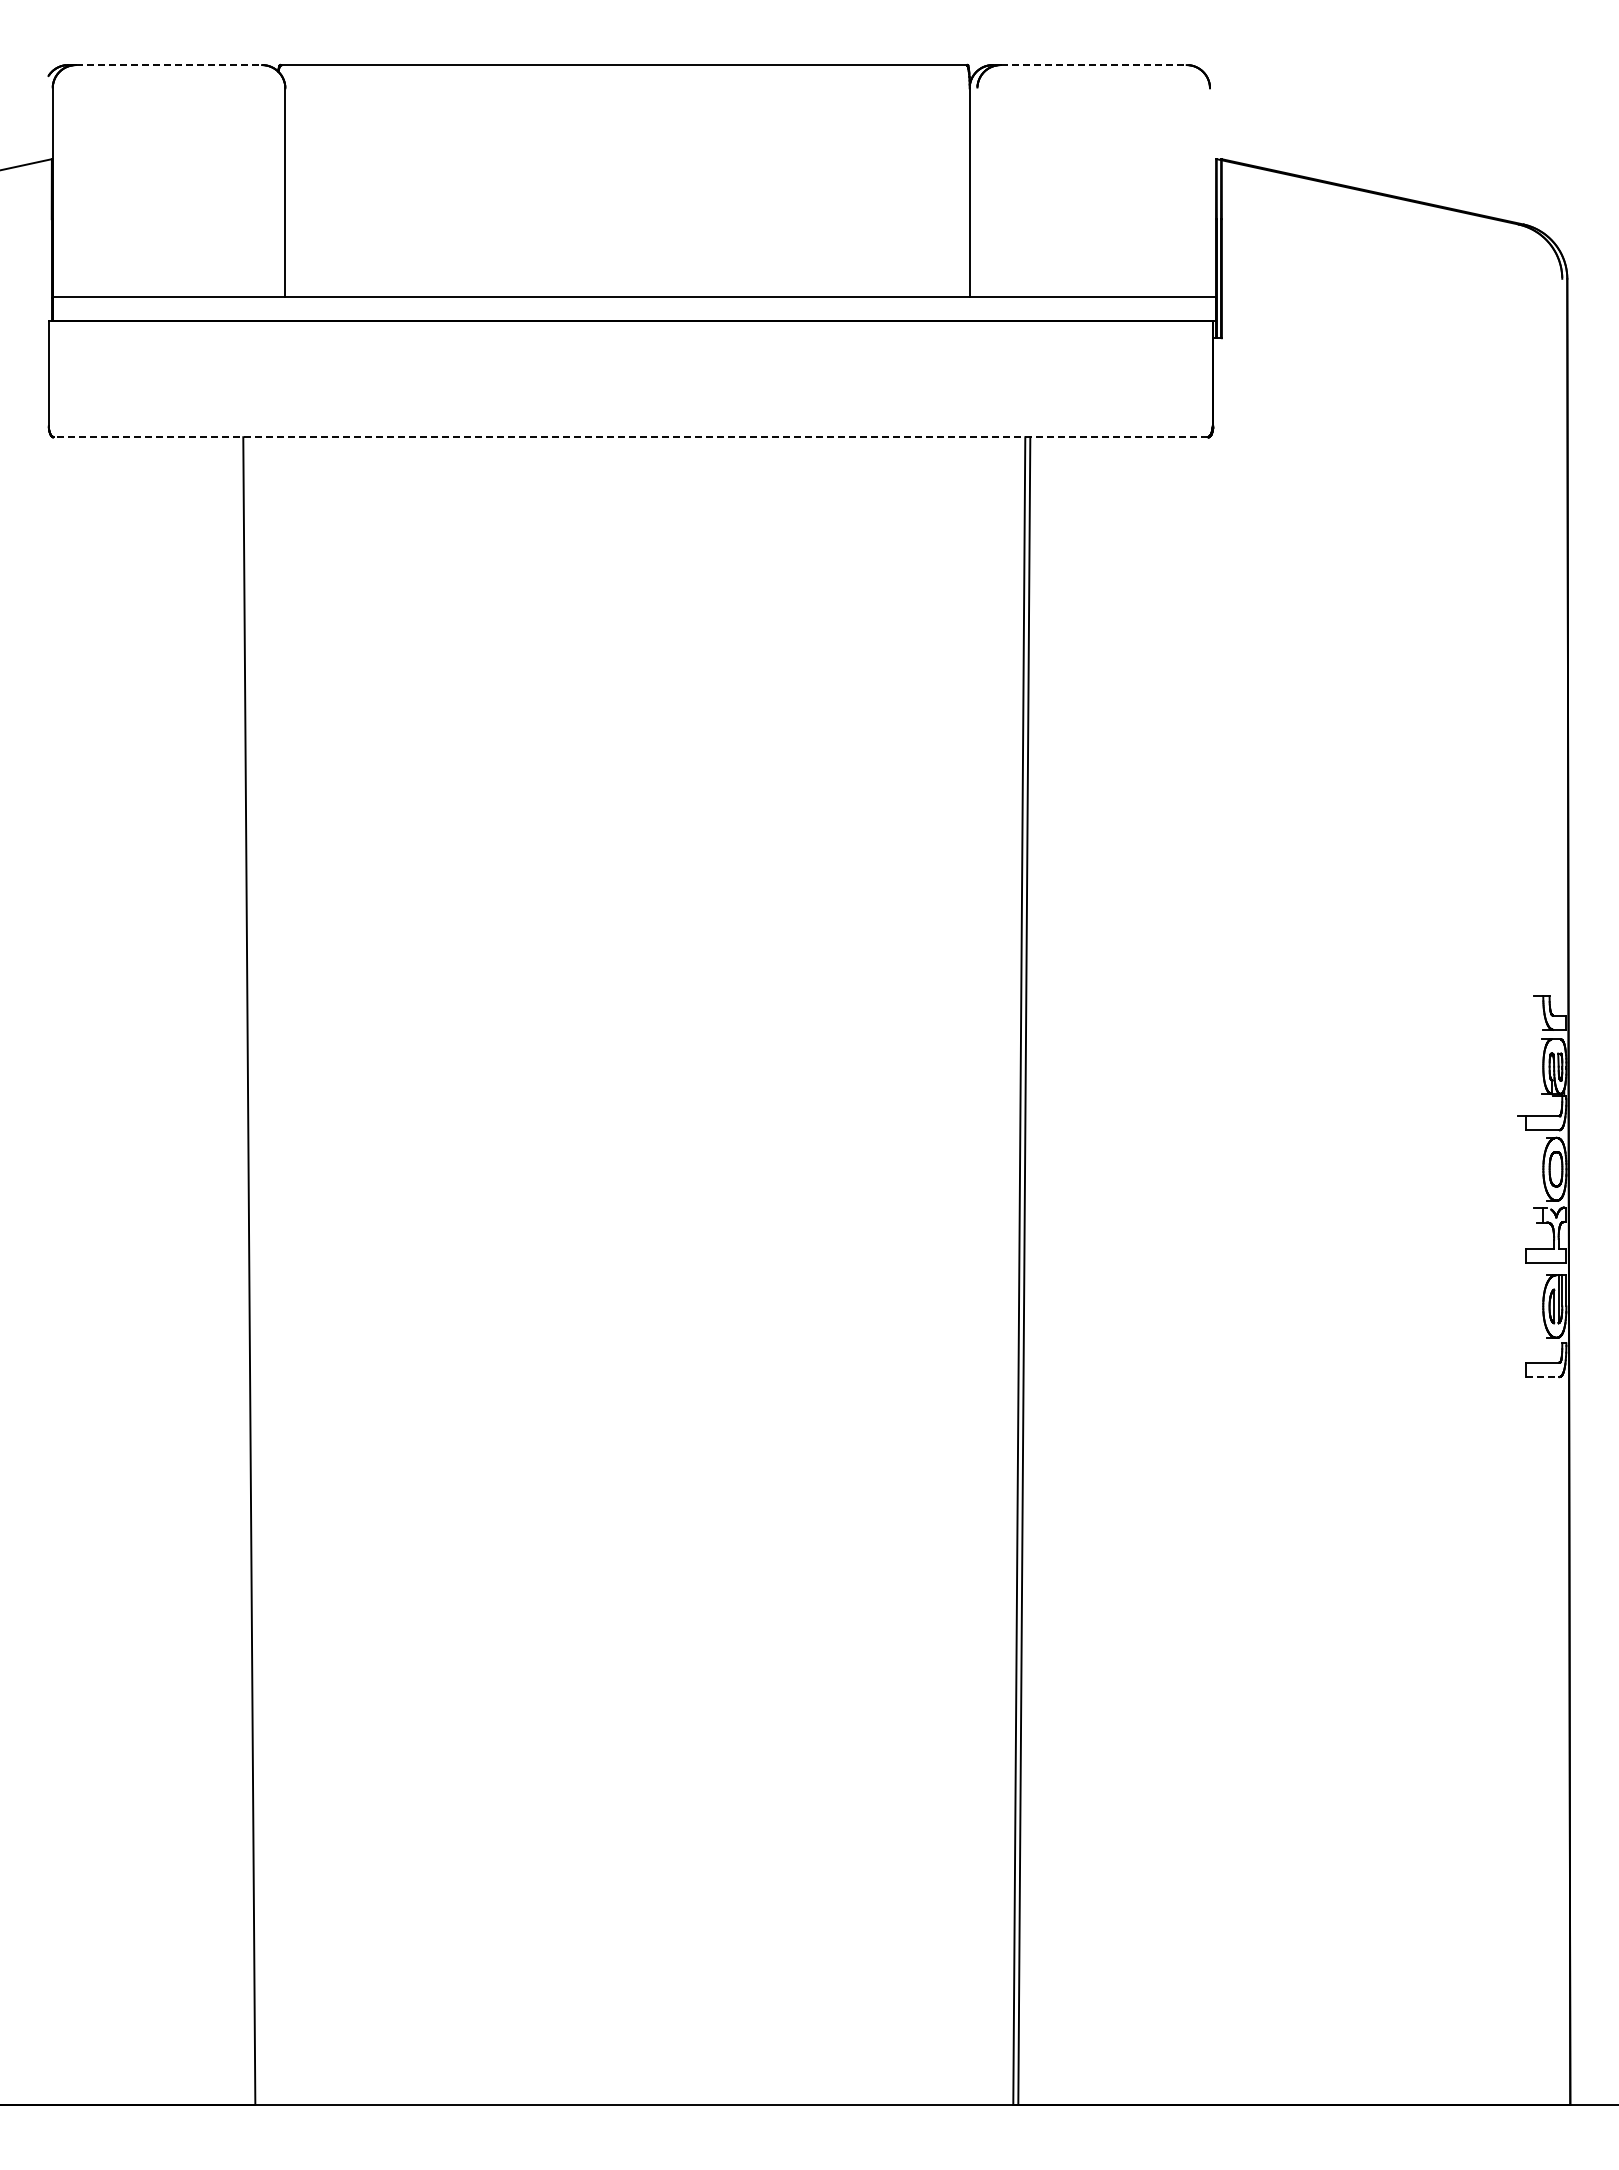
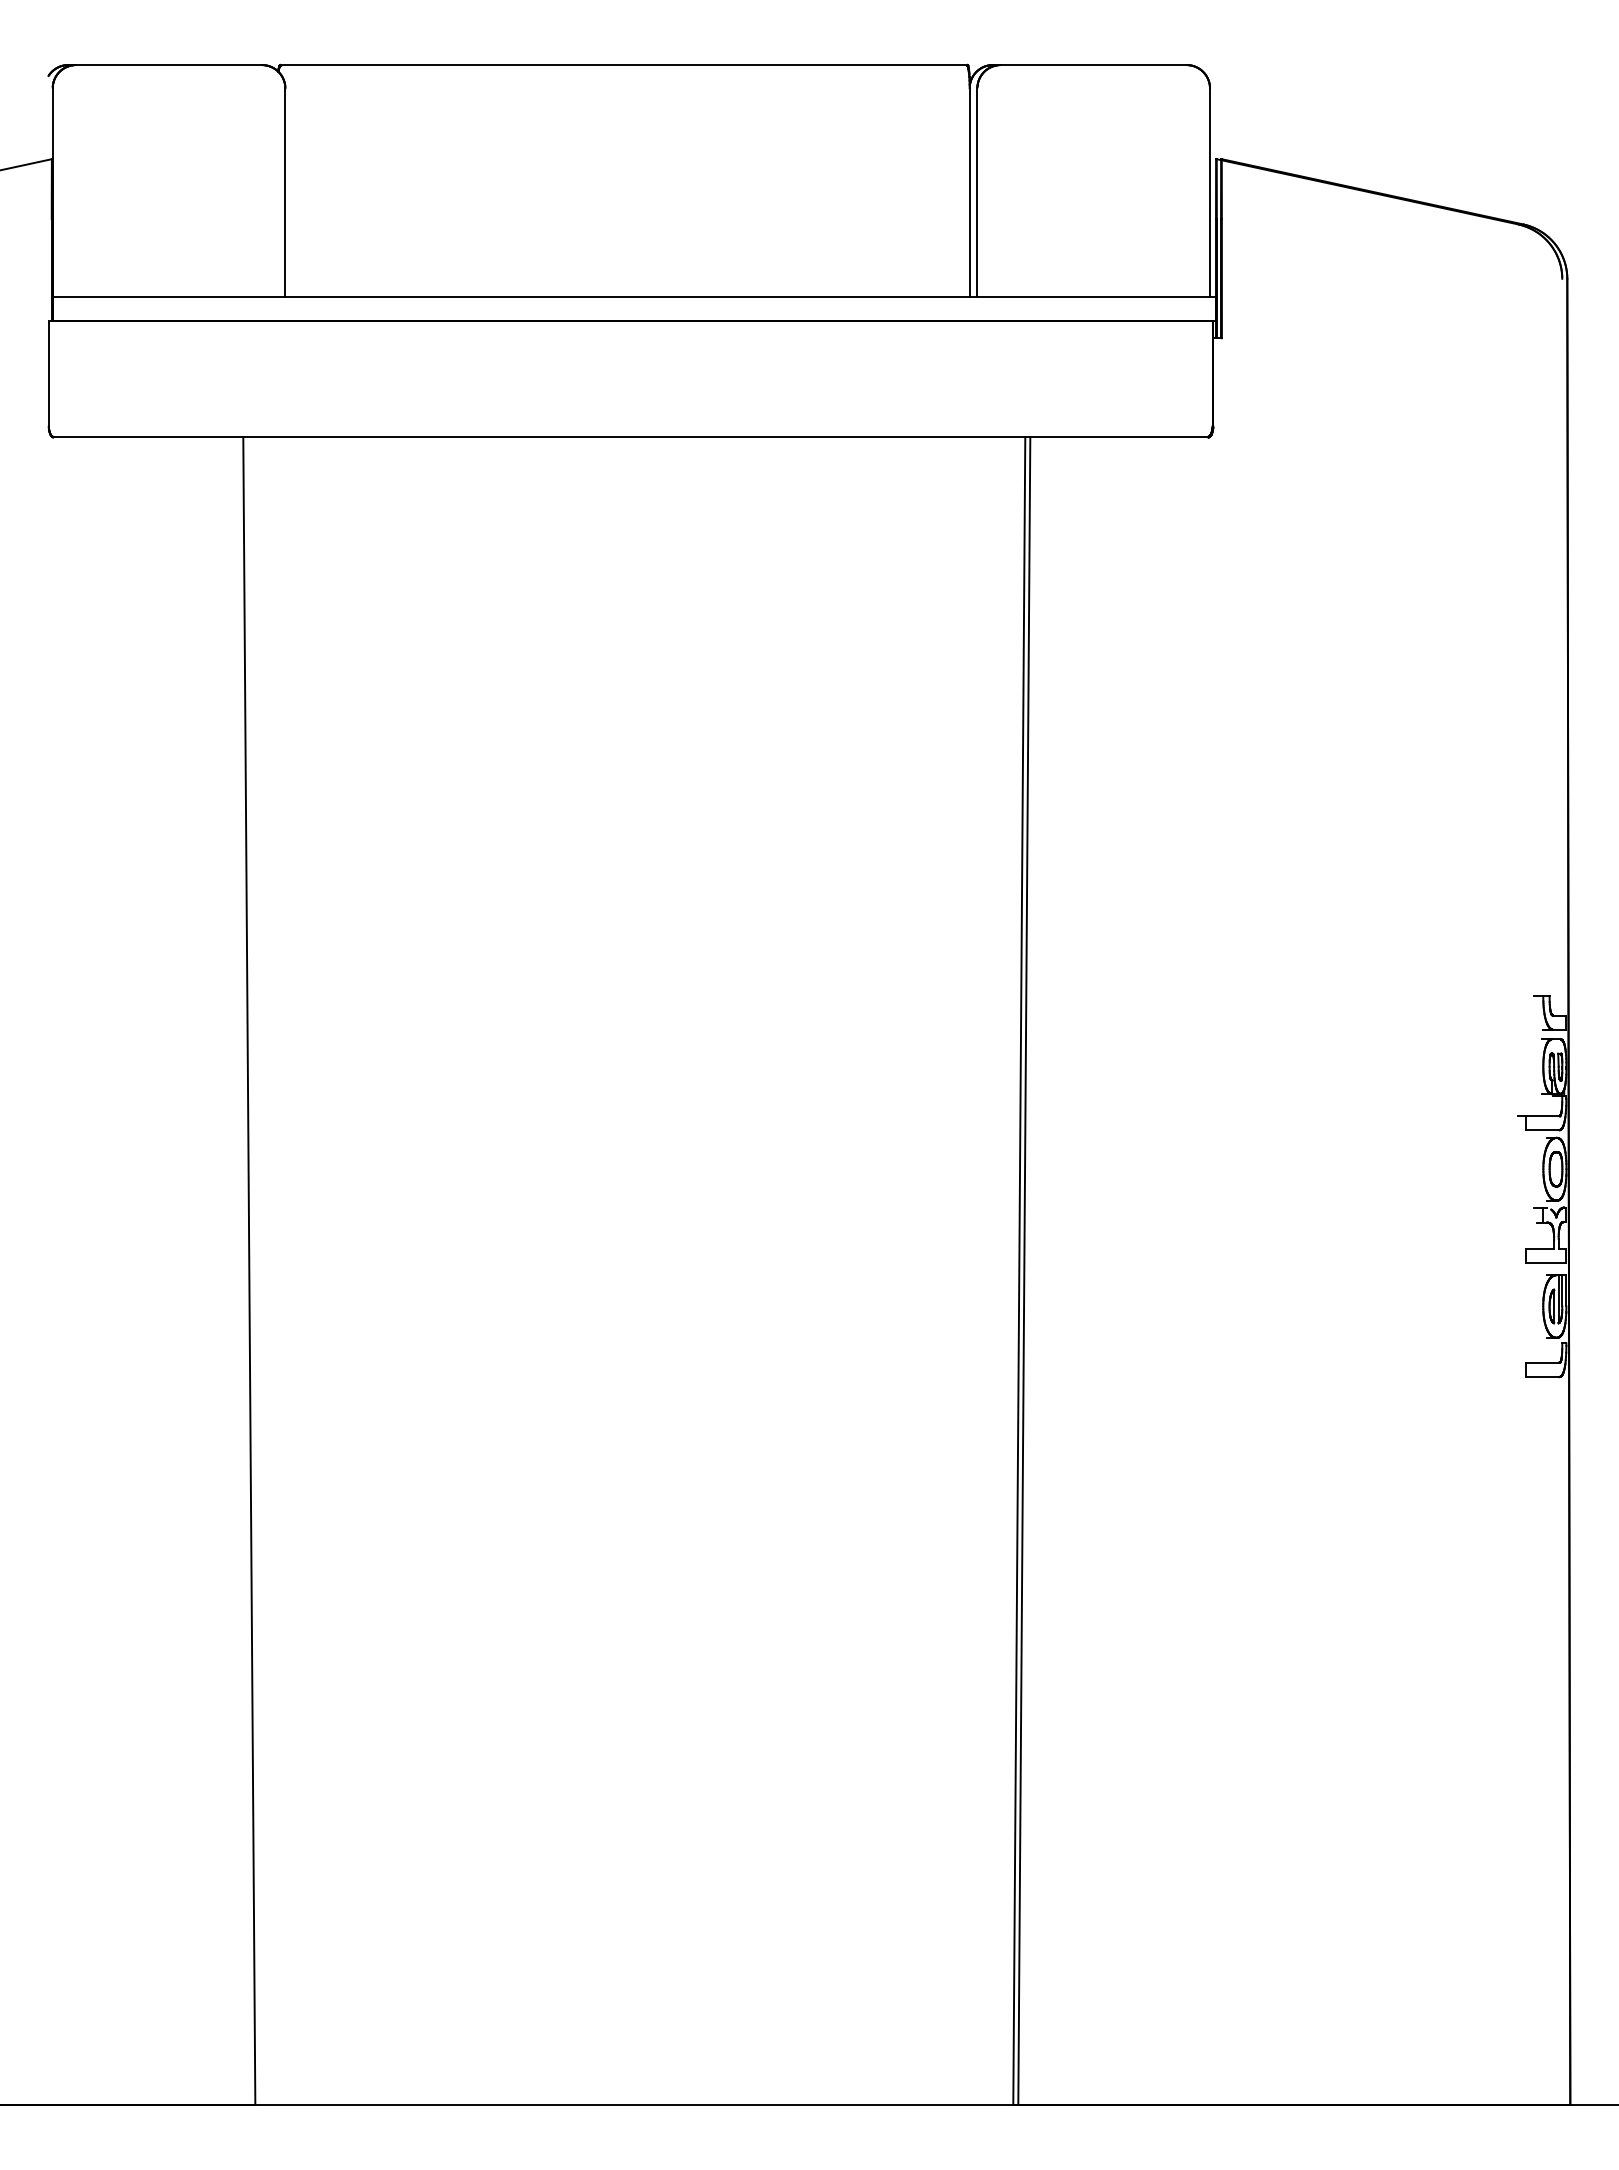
line at (169, 65): dashed -> solid
line at (1094, 65): dashed -> solid
line at (977, 192): none -> present
line at (1210, 192): none -> present
line at (630, 437): dashed -> solid
line at (1543, 1377): dashed -> solid
